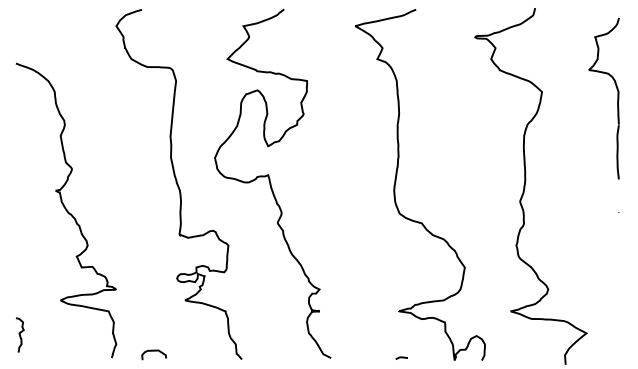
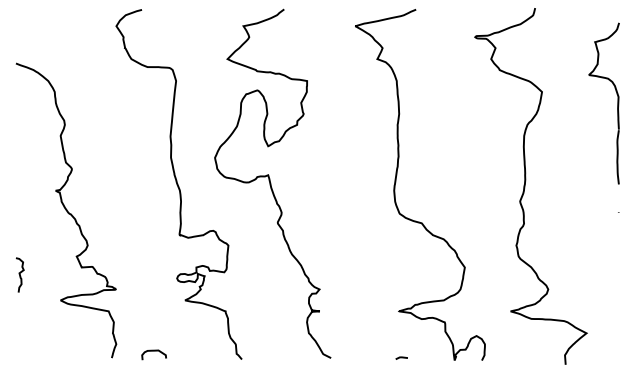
part at (617, 98) position: (617, 98) -> (617, 103)
curve at (20, 334) position: (20, 334) -> (20, 274)
